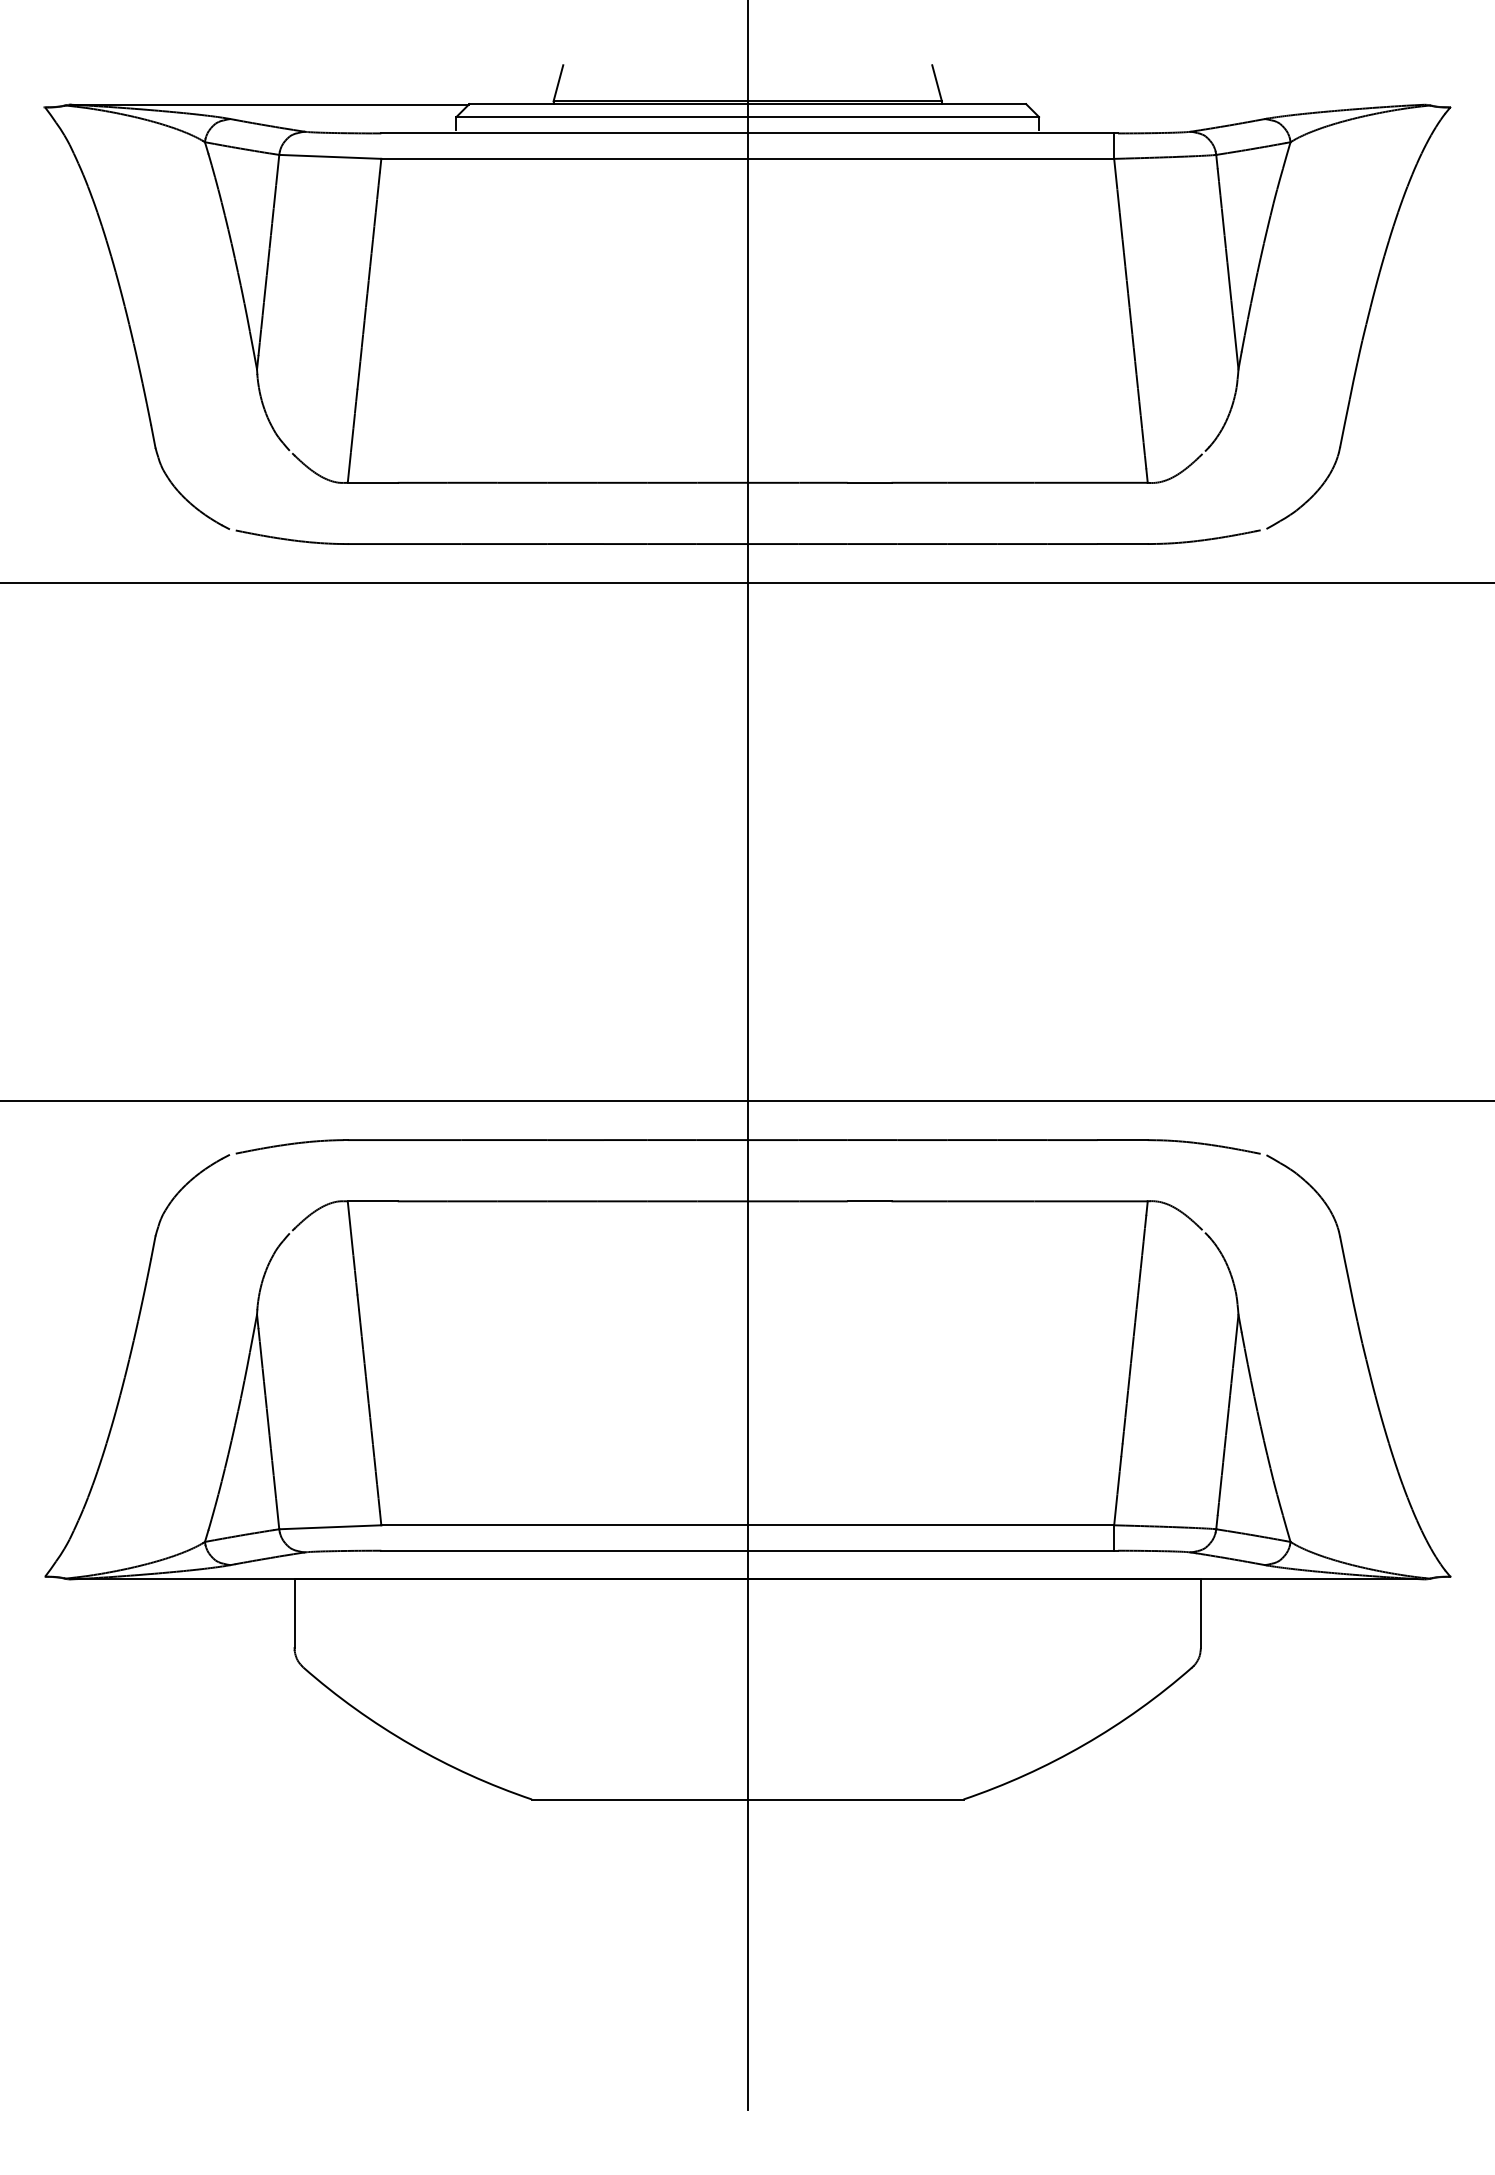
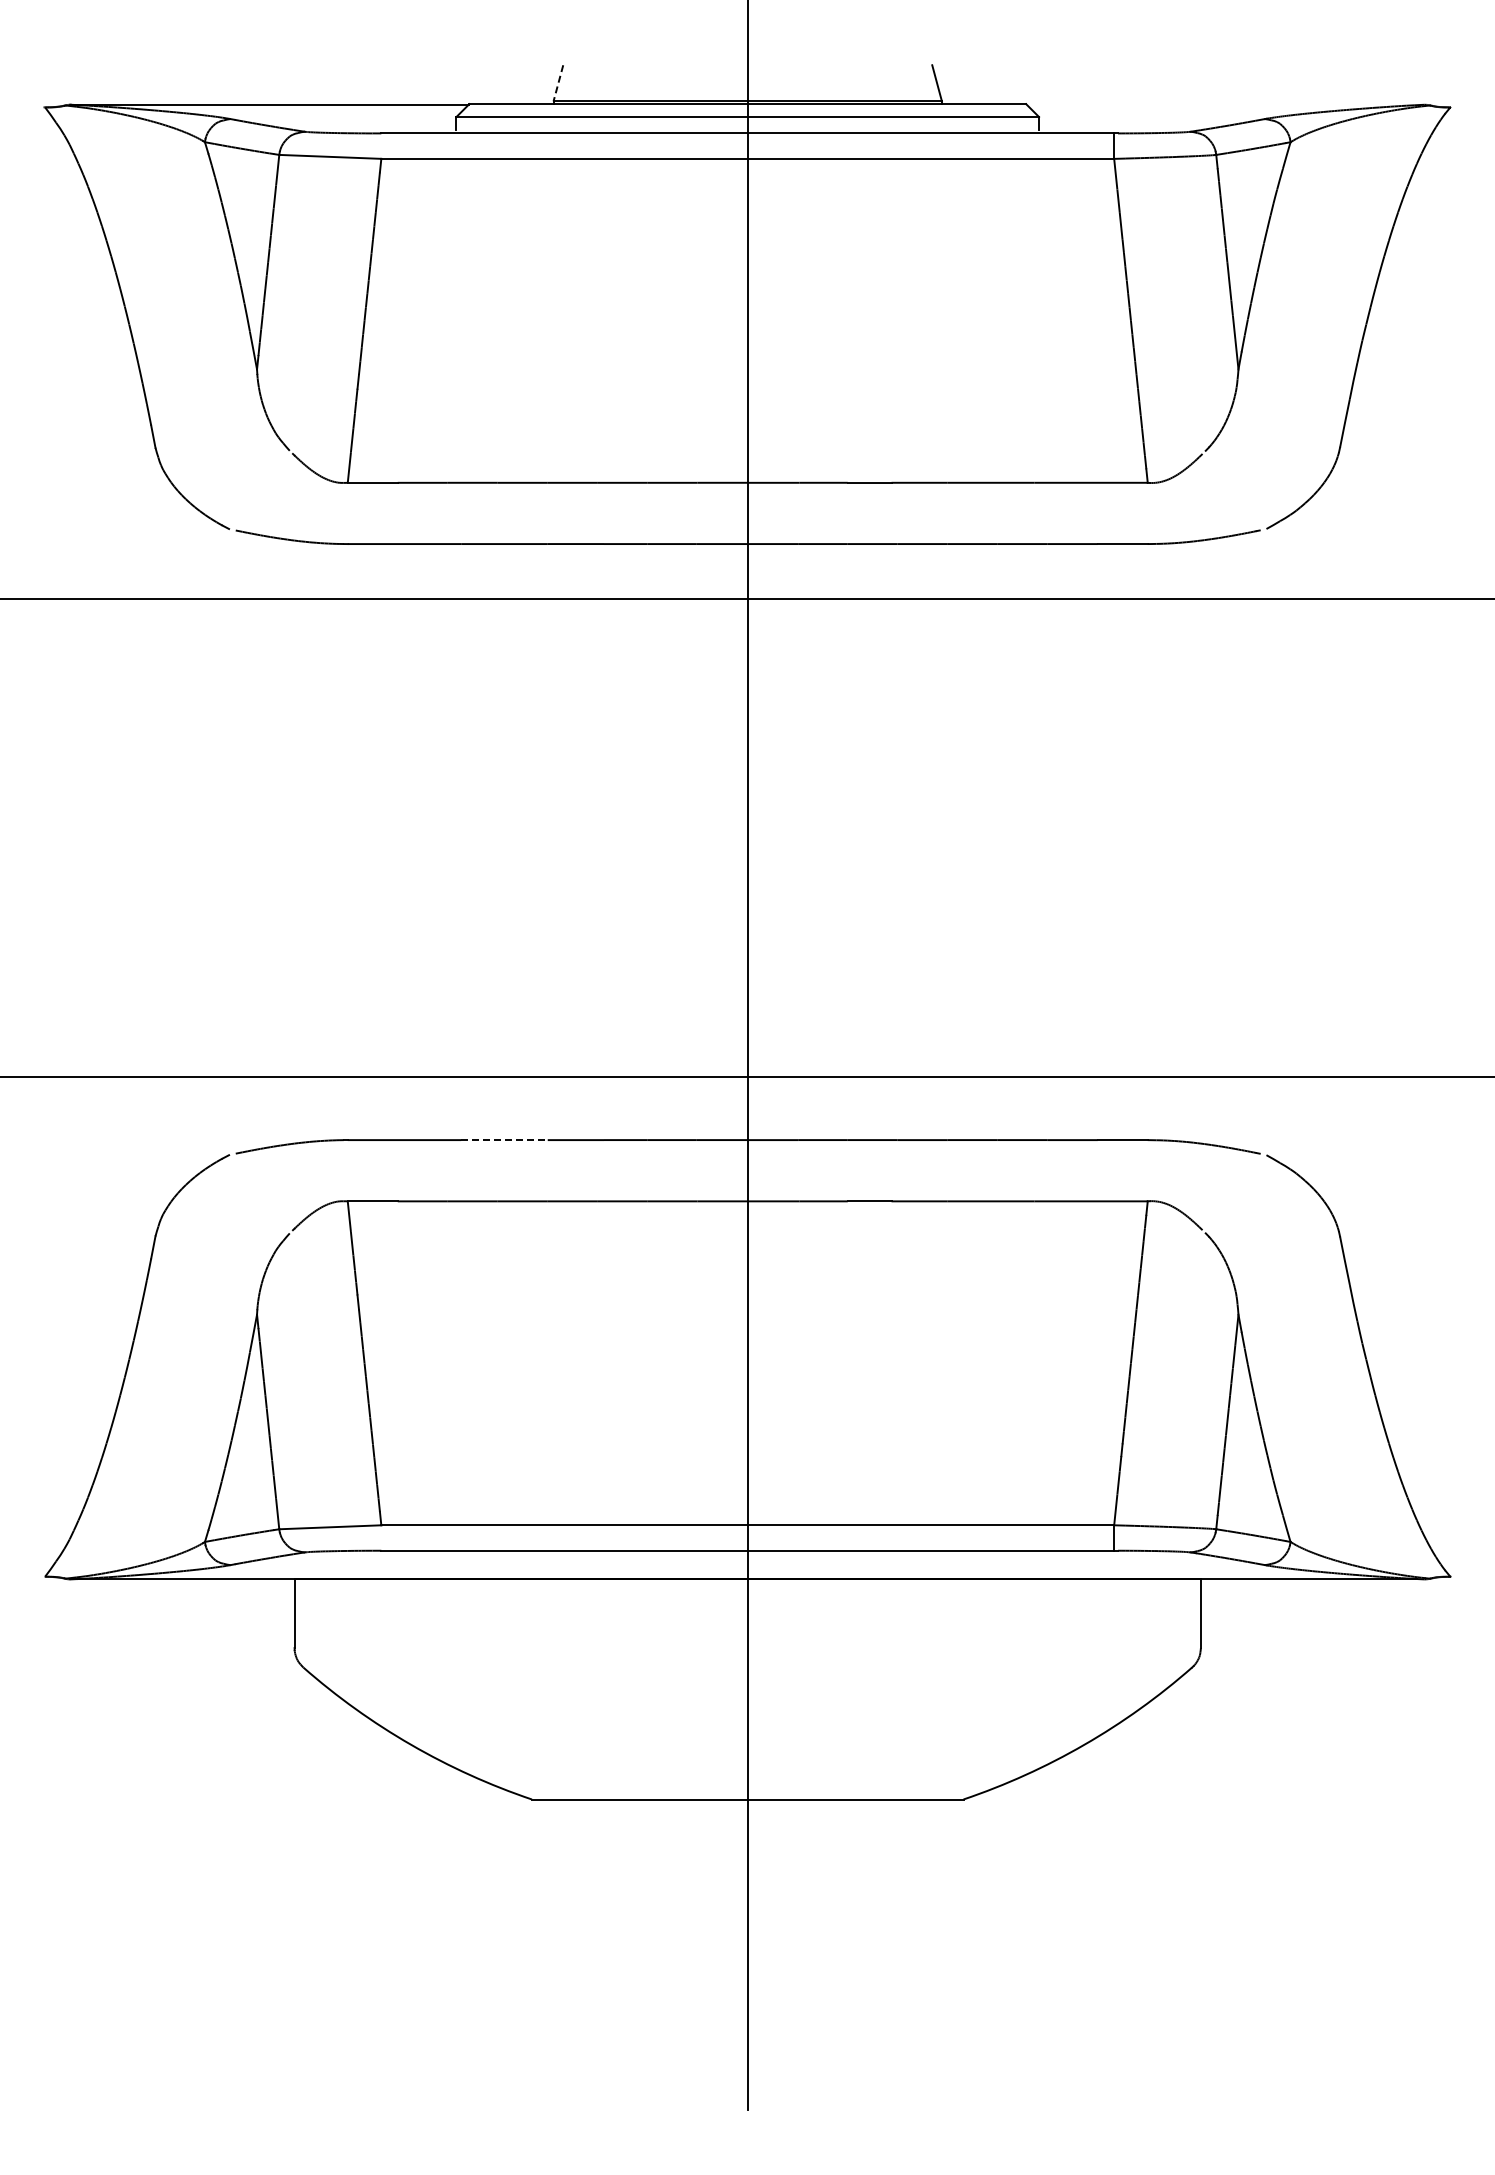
line at (558, 83): solid -> dashed
line at (746, 582) position: (746, 582) -> (746, 598)
line at (746, 1101) position: (746, 1101) -> (746, 1077)
arc at (504, 1140): solid -> dashed
